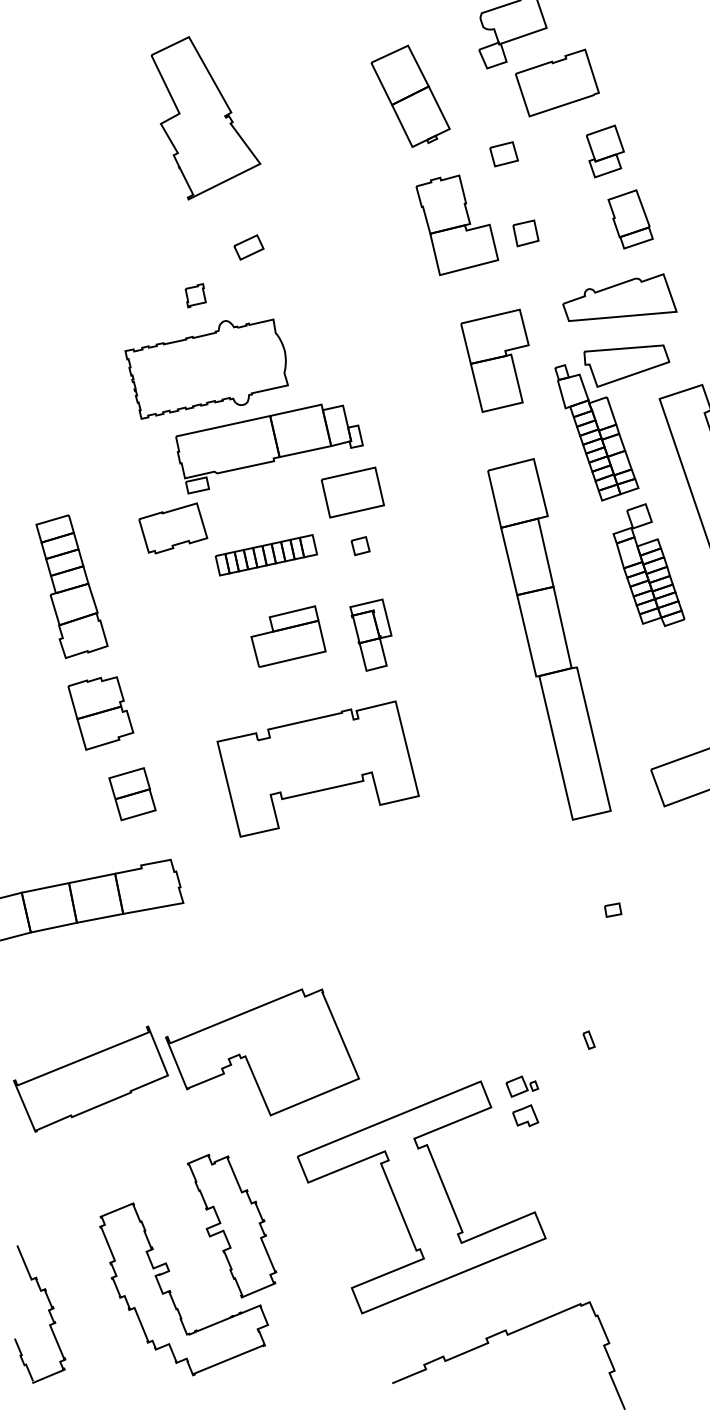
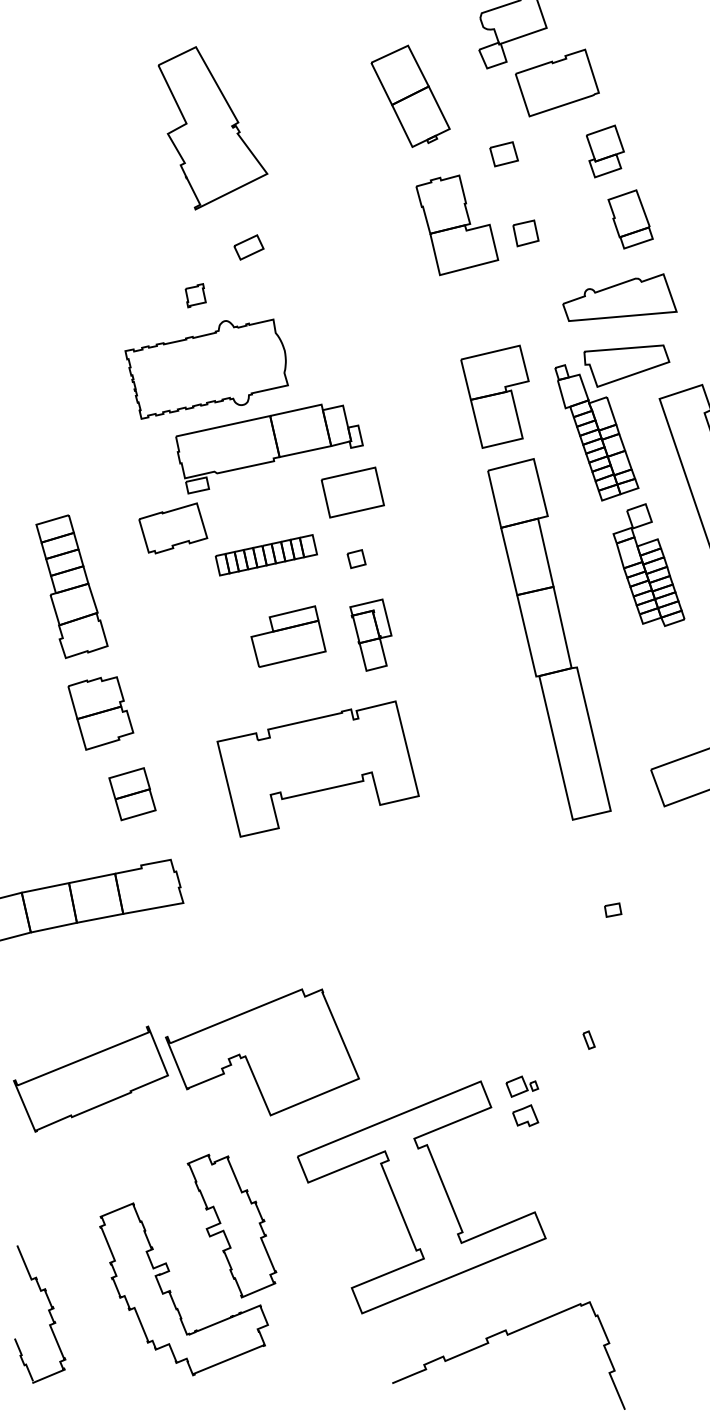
part at (205, 118) position: (205, 118) -> (212, 128)
part at (494, 360) position: (494, 360) -> (494, 396)
part at (360, 546) position: (360, 546) -> (356, 559)
